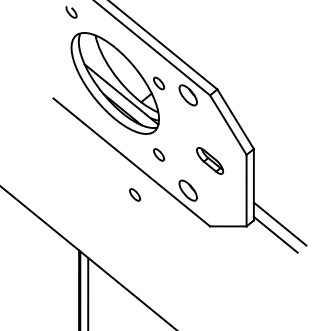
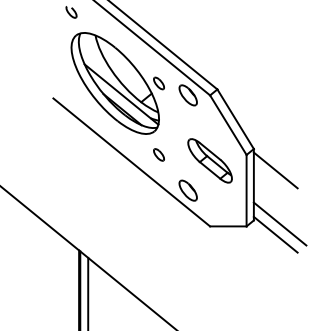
part at (209, 160) size: 28x28 px -> 46x46 px
line at (275, 170): none -> present
part at (134, 194): present -> none
